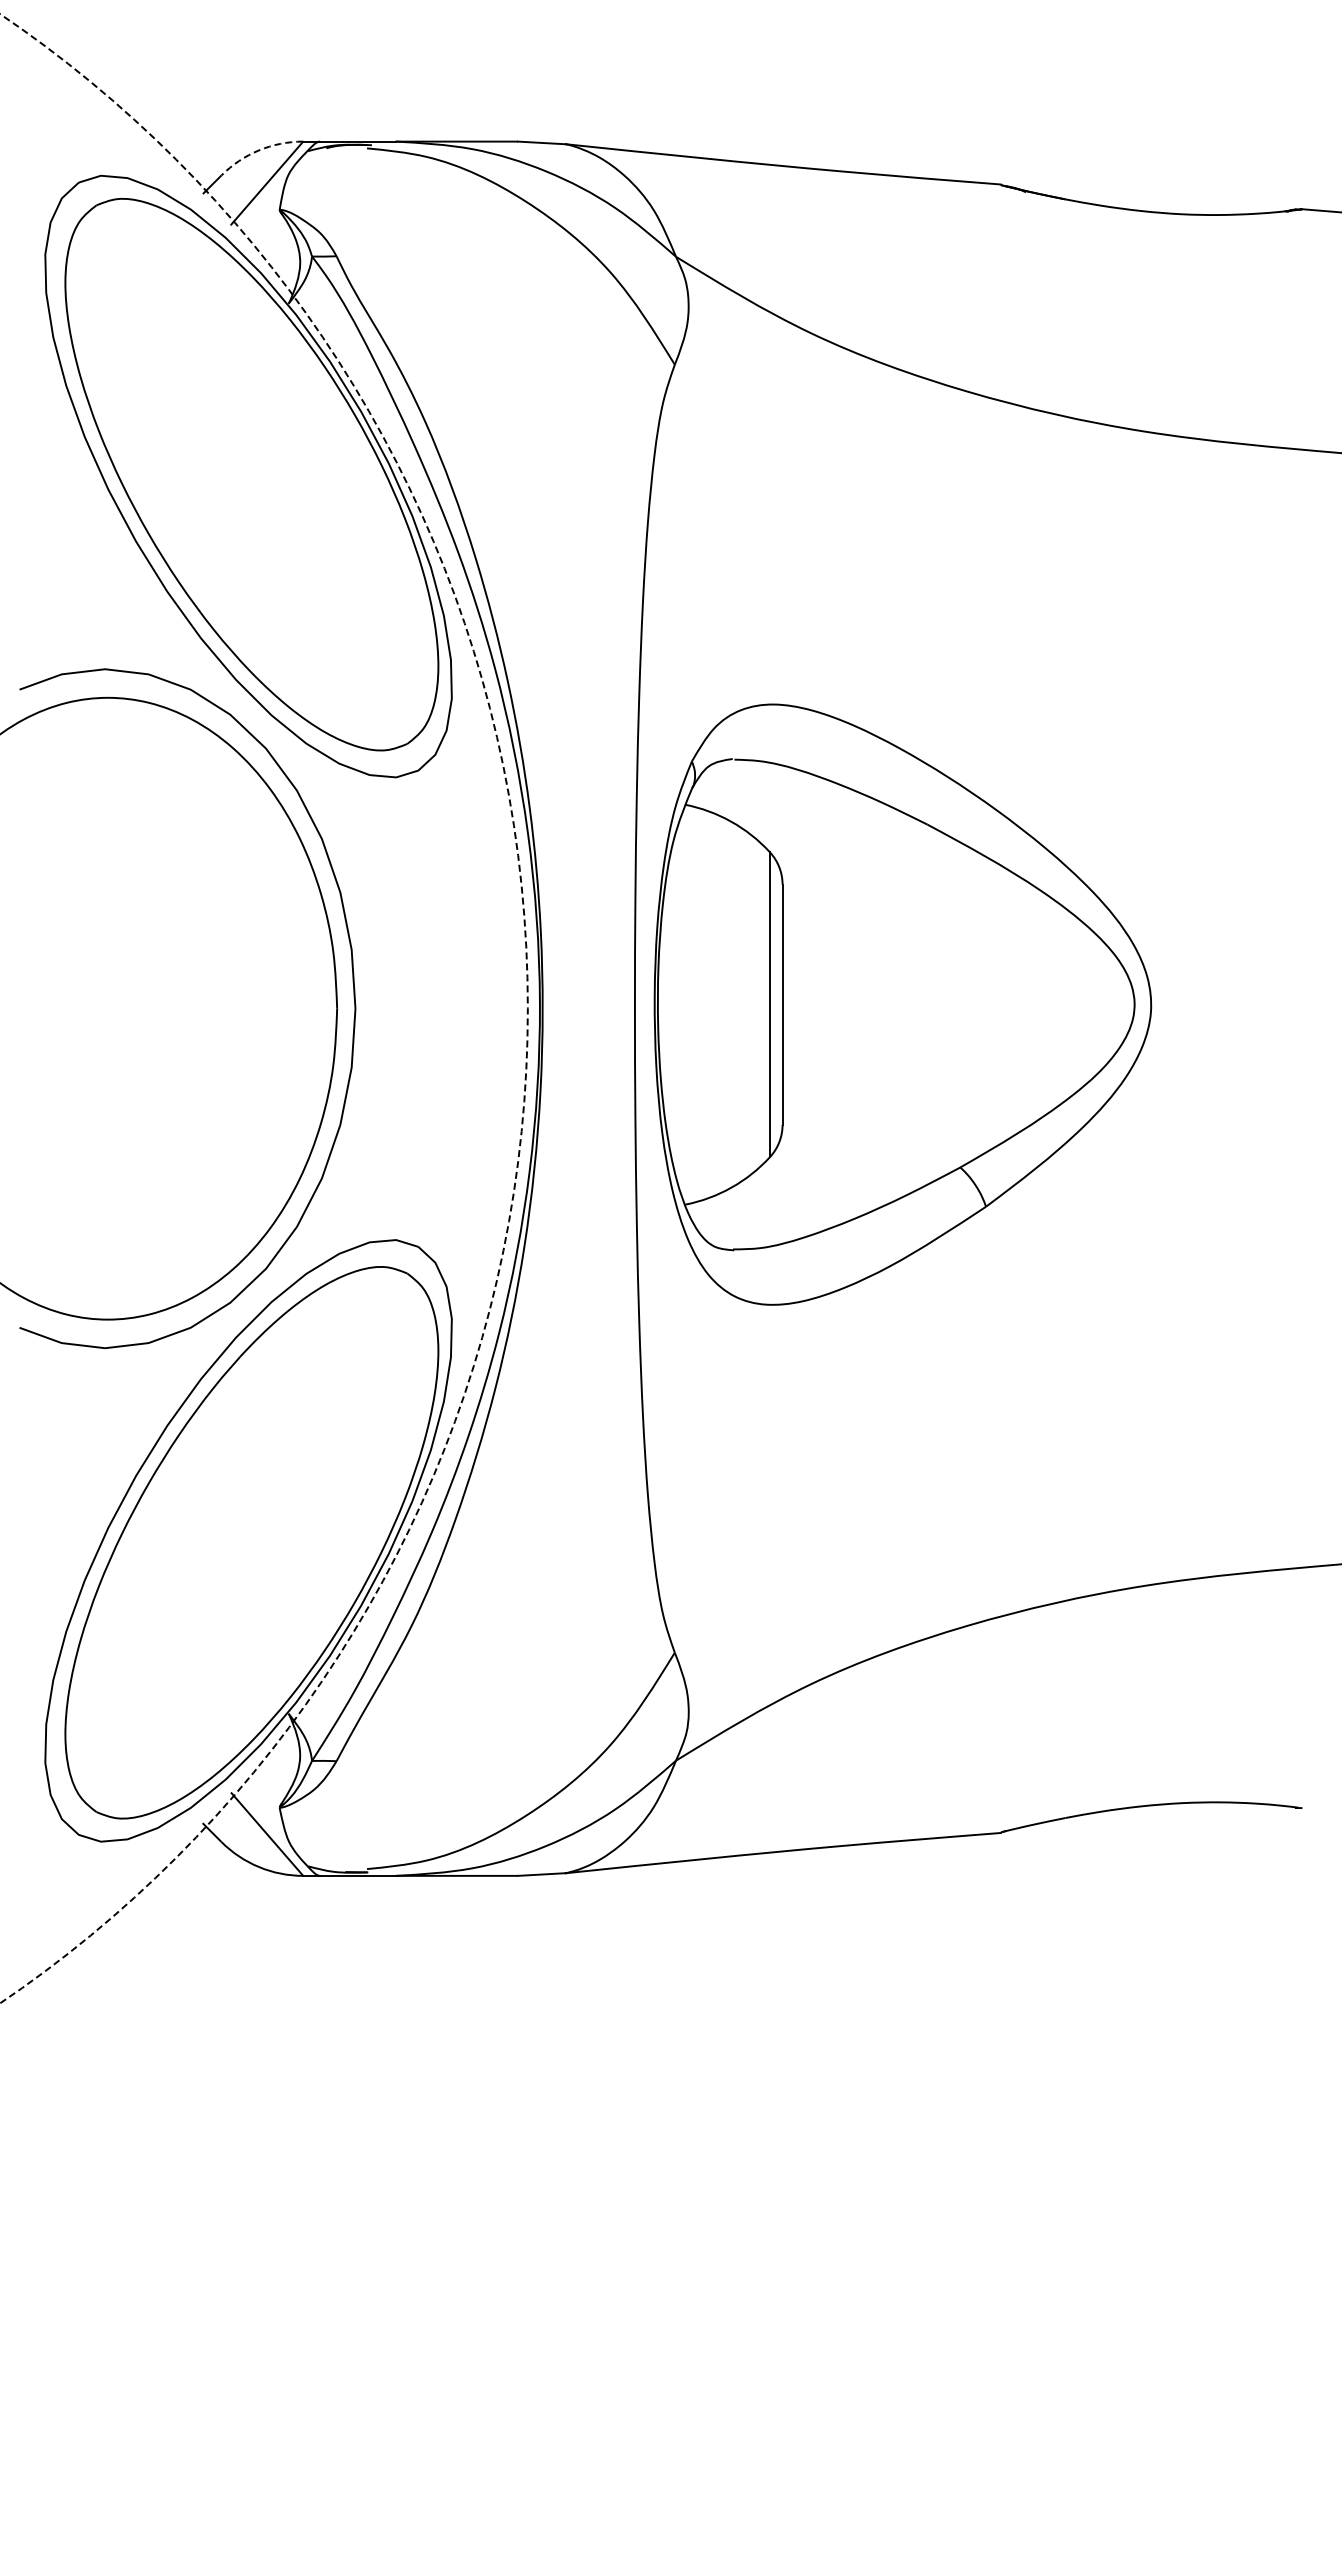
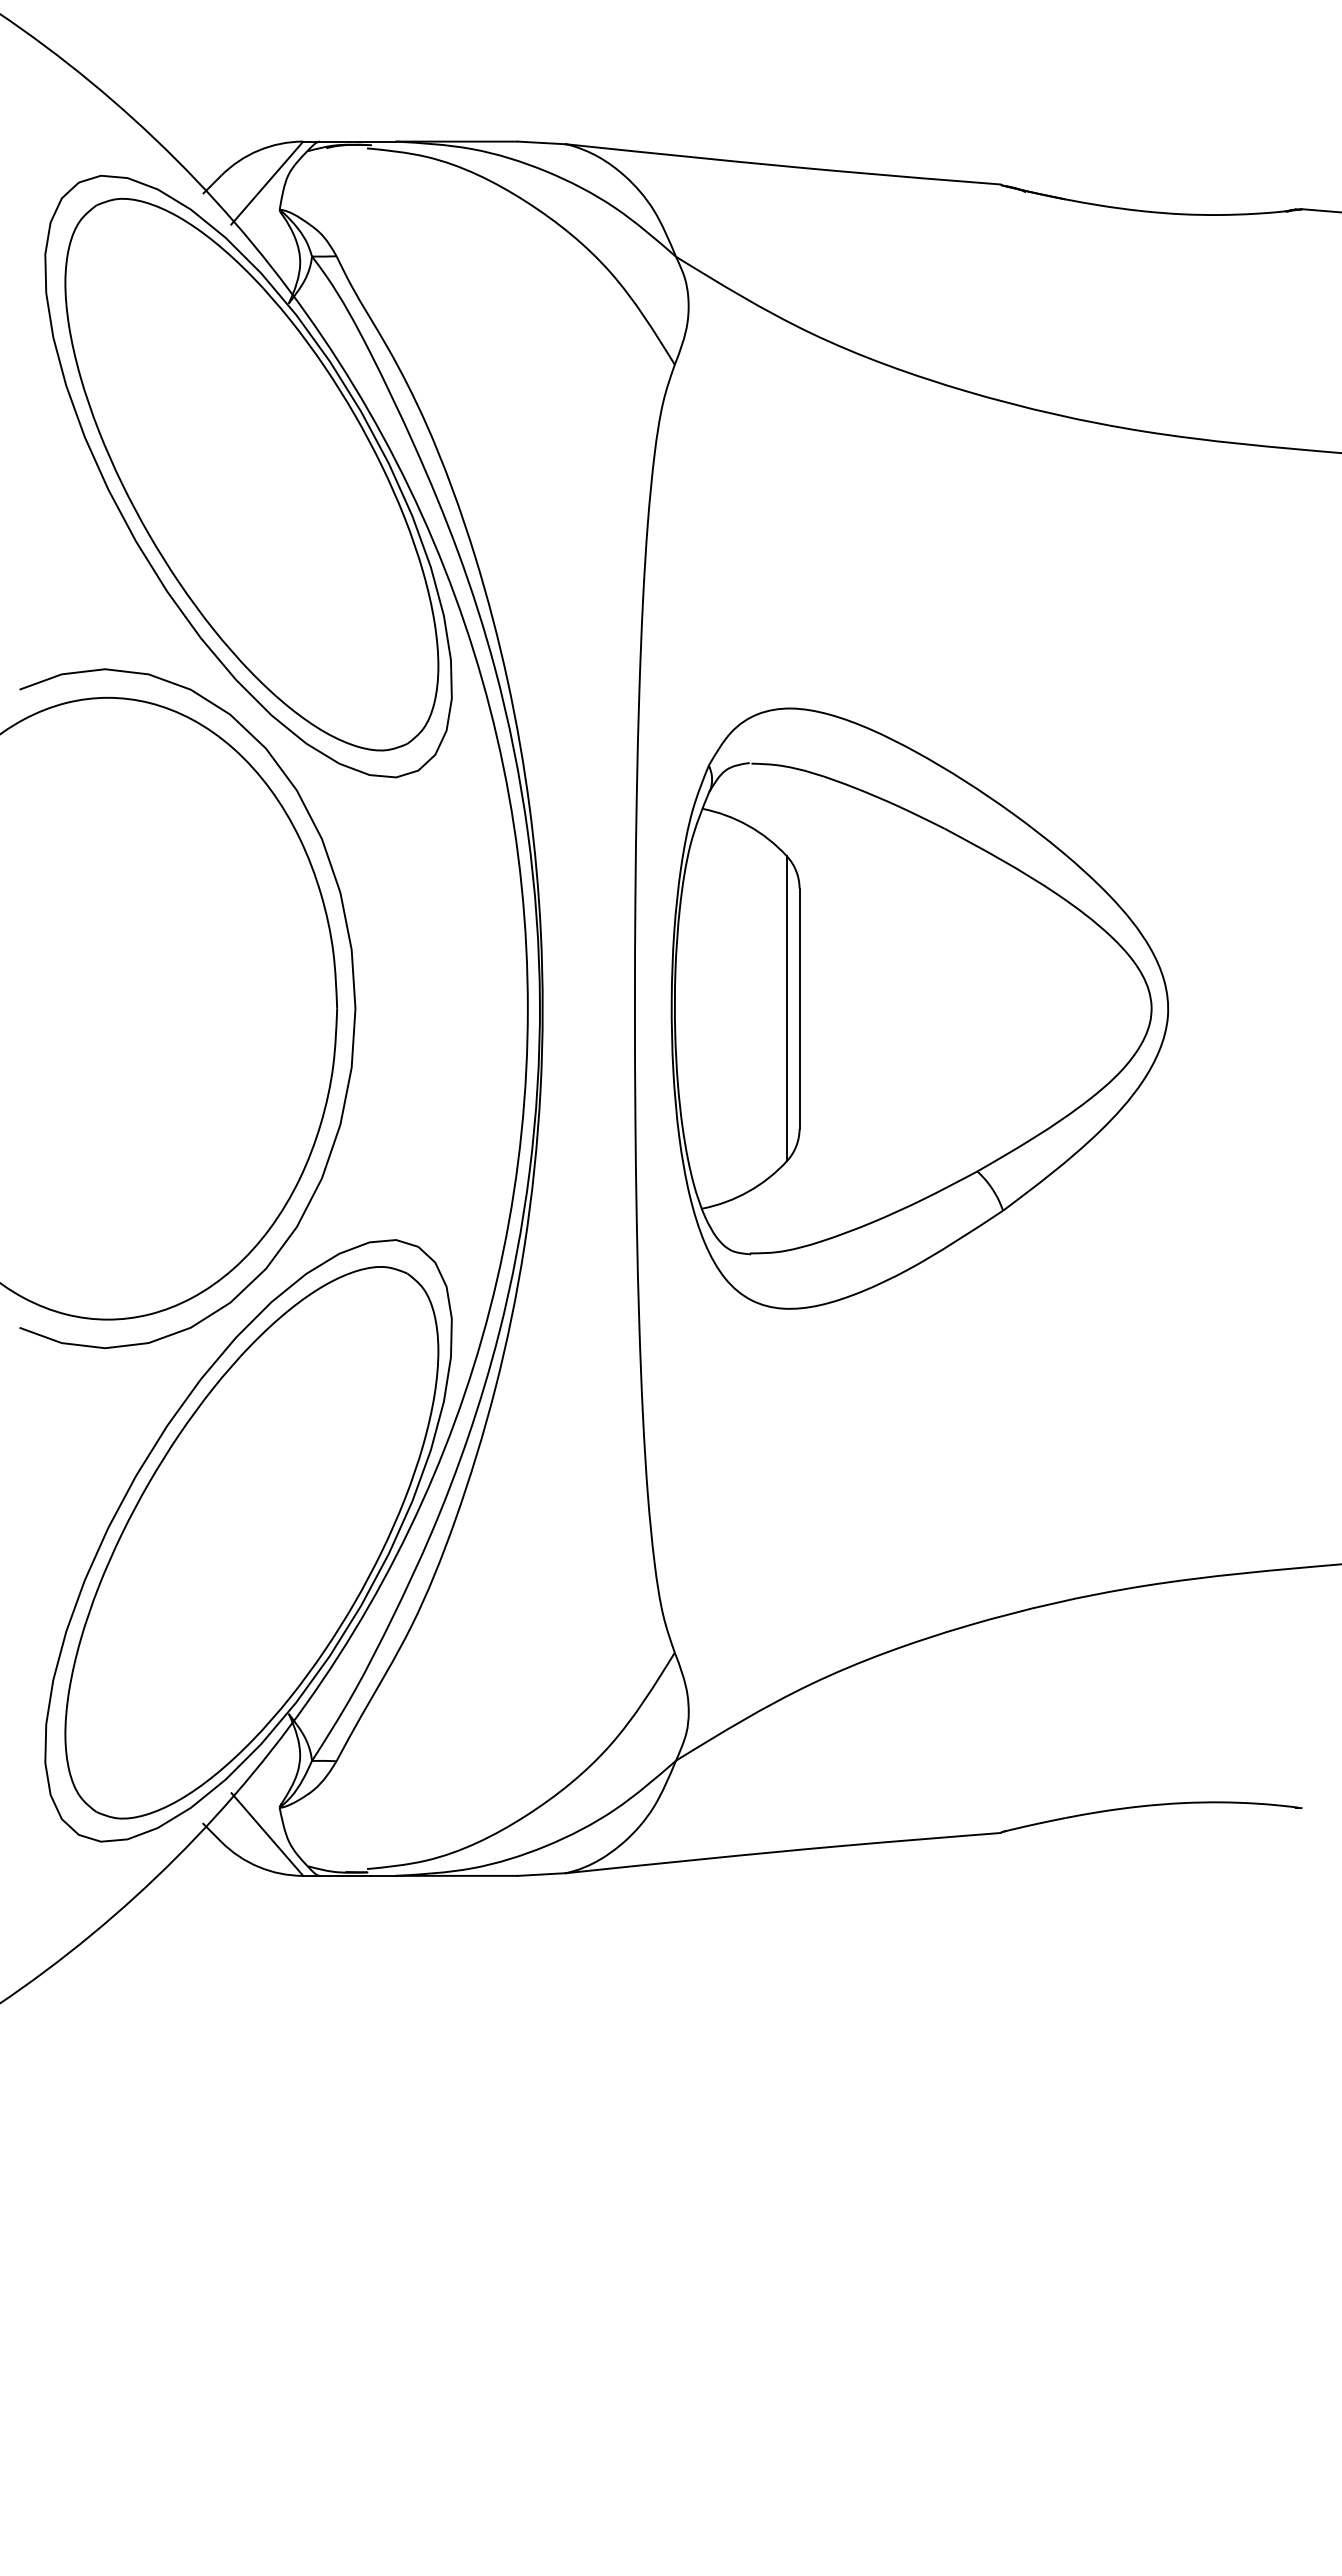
arc at (259, 150): dashed -> solid
part at (902, 1004) position: (902, 1004) -> (919, 1008)
arc at (527, 1008): dashed -> solid
